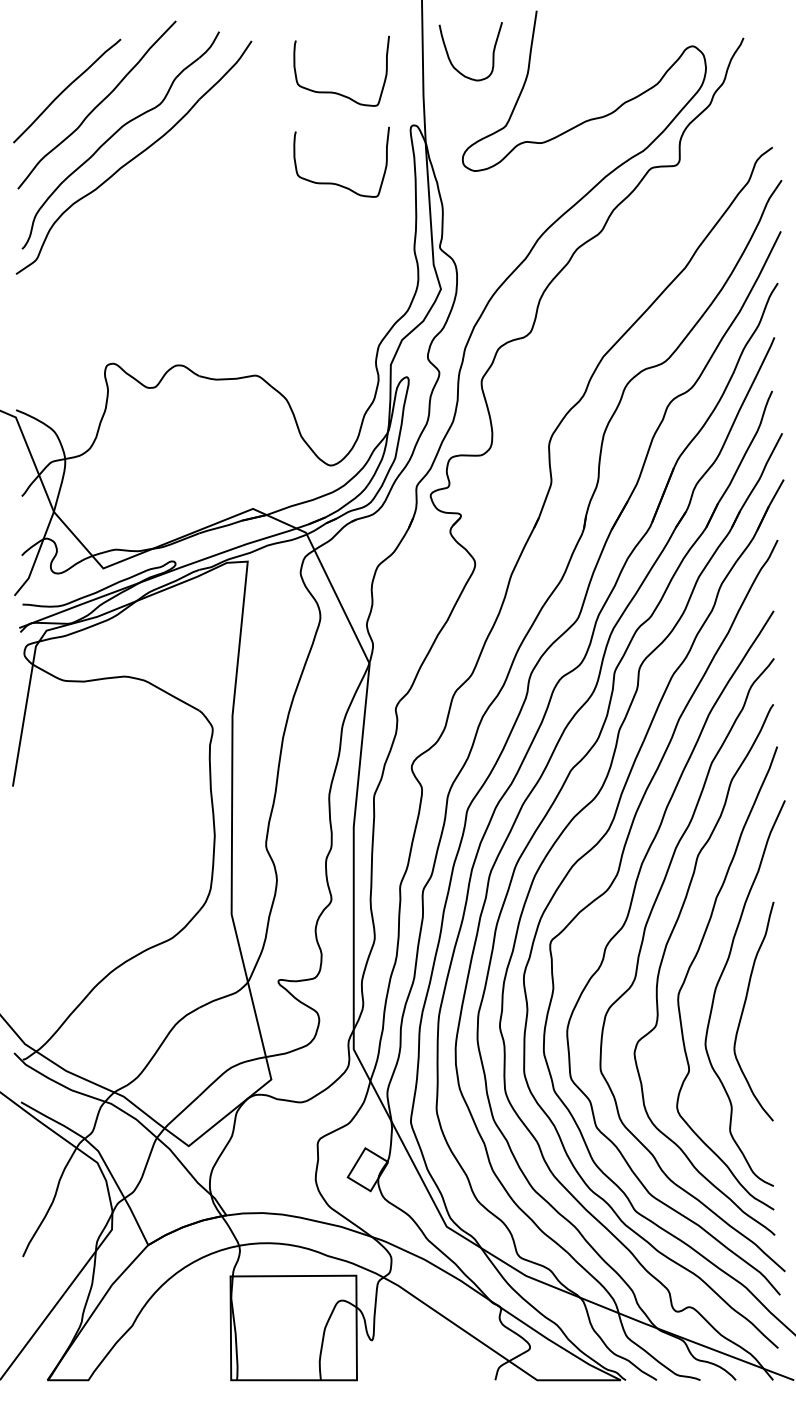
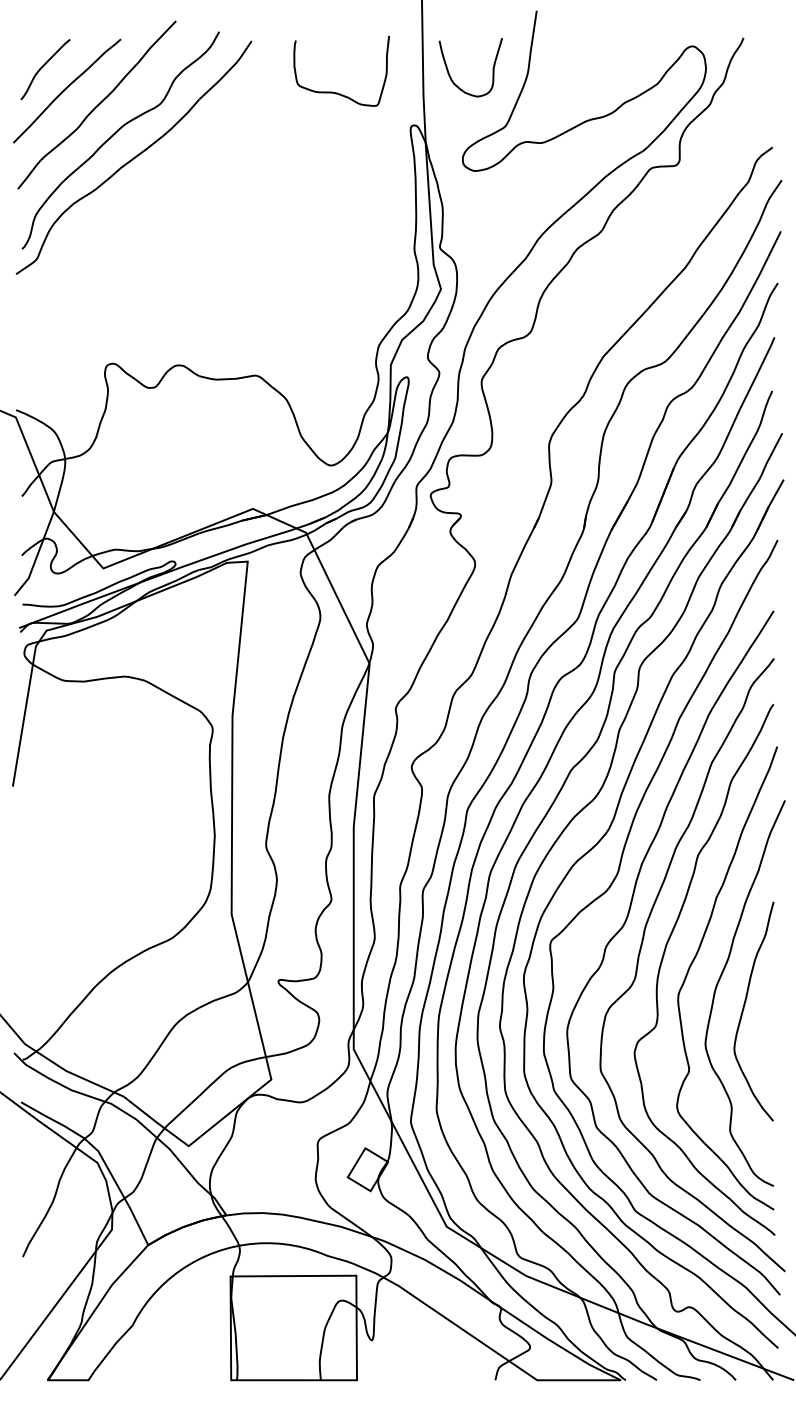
curve at (451, 61) position: (451, 61) -> (451, 77)
curve at (43, 67): none -> present
curve at (337, 183): present -> none
